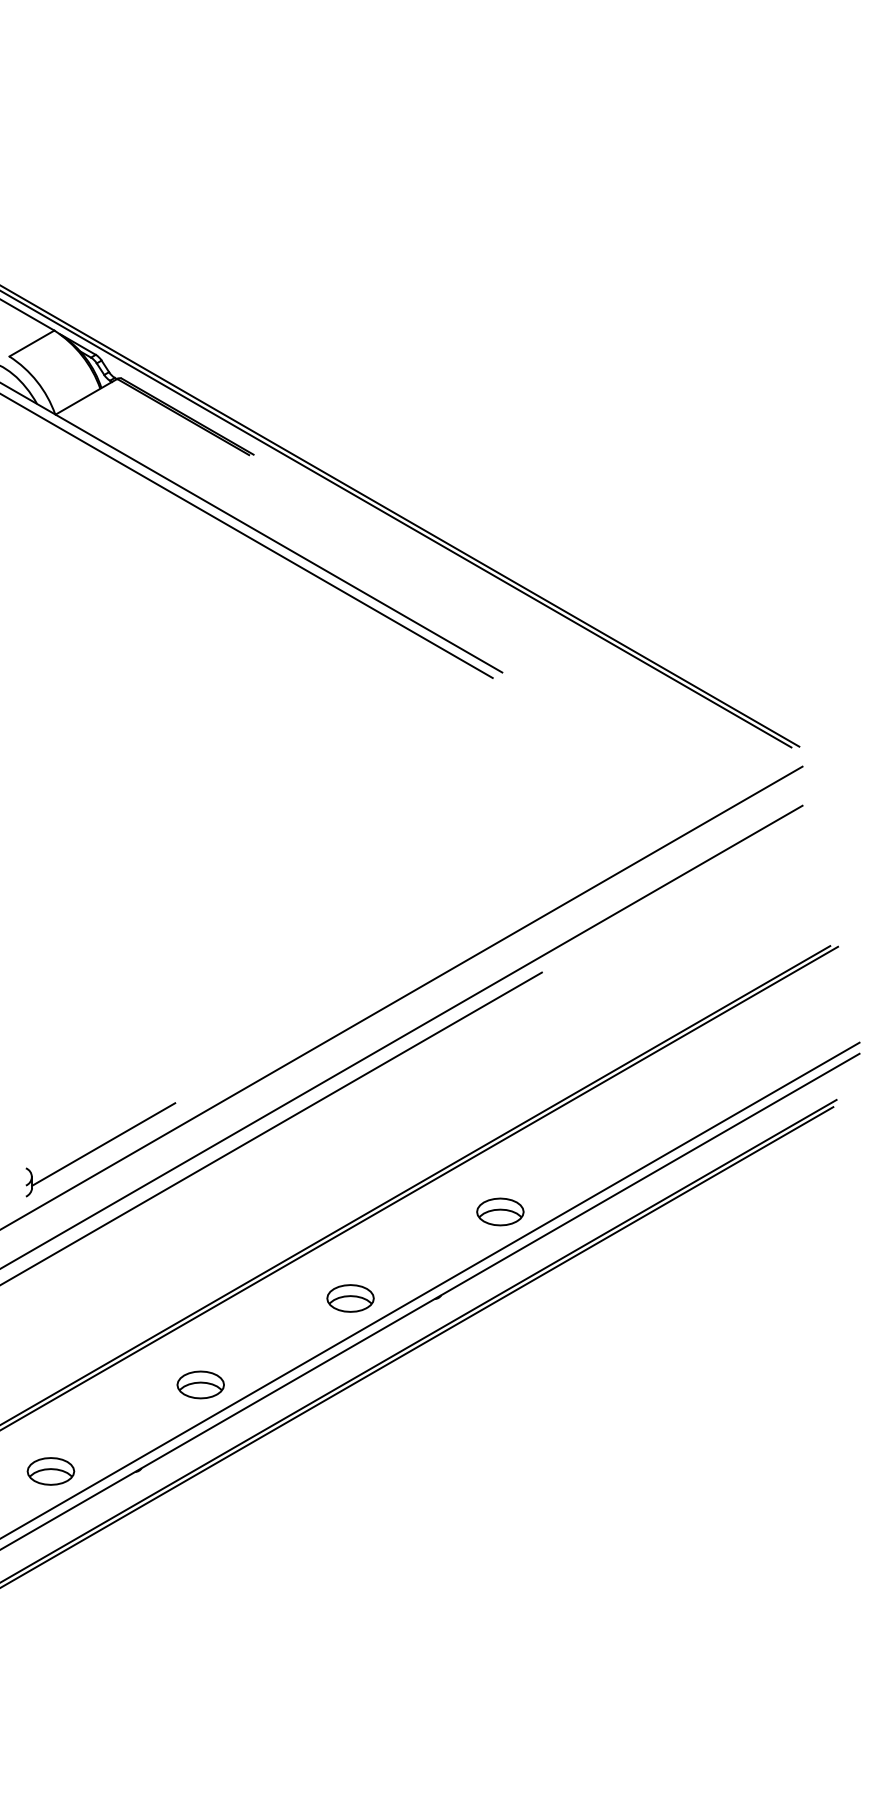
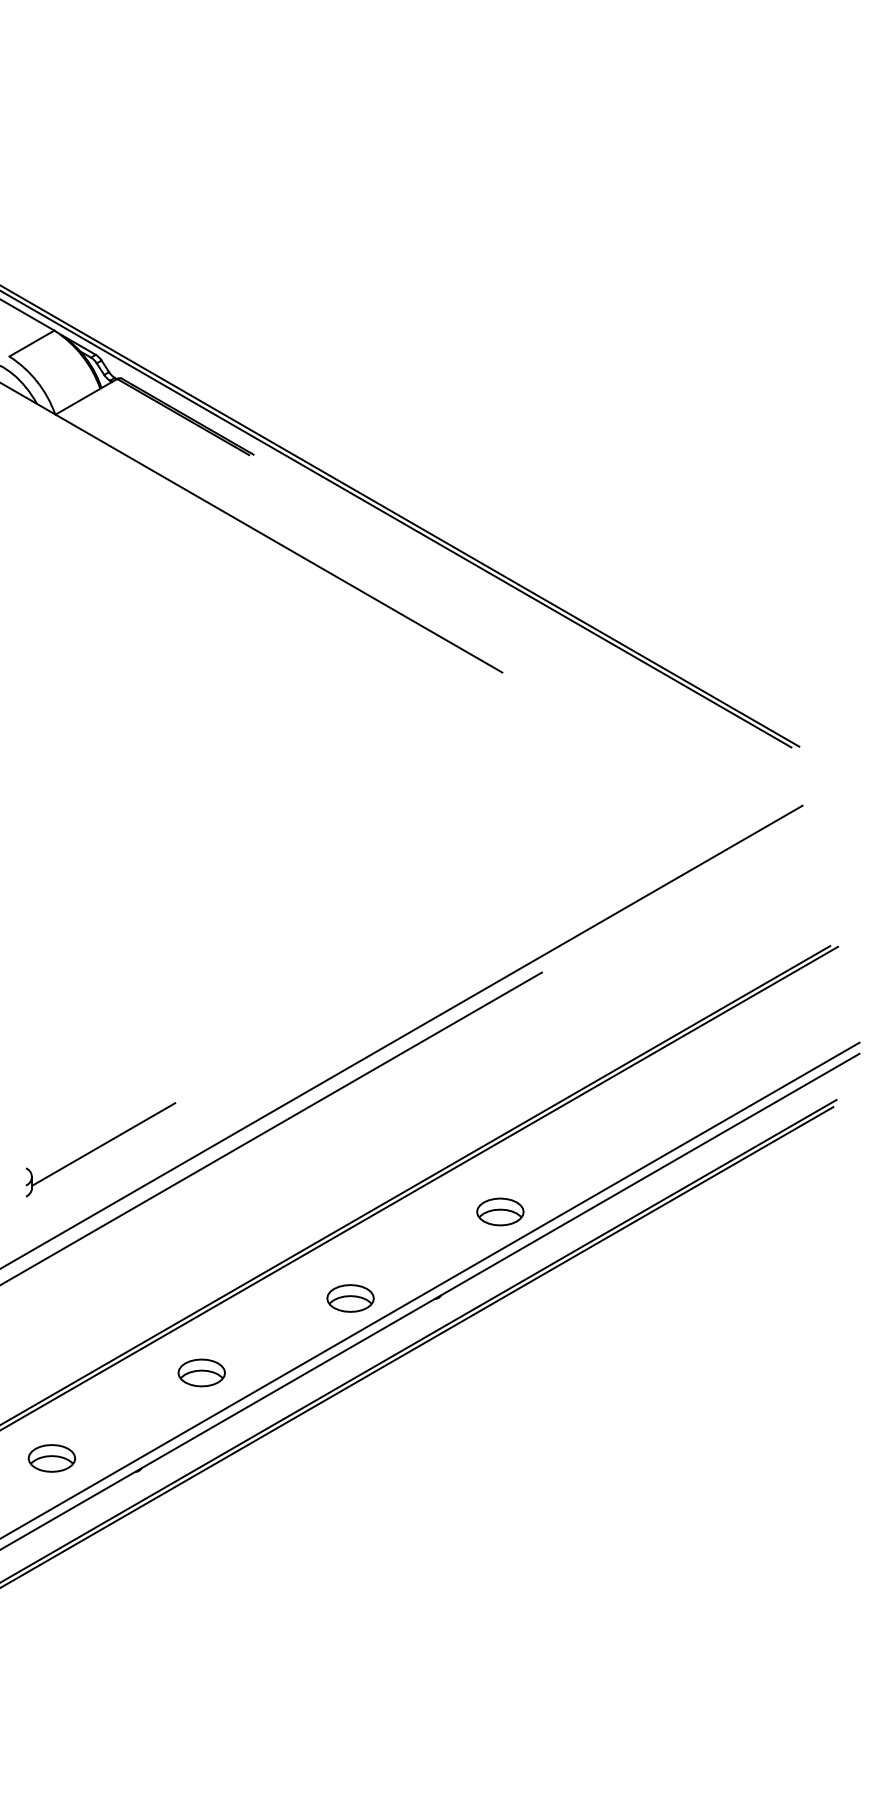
line at (247, 536): present -> none
line at (402, 997): present -> none
part at (200, 1384) position: (200, 1384) -> (201, 1372)
part at (50, 1471) position: (50, 1471) -> (51, 1458)
